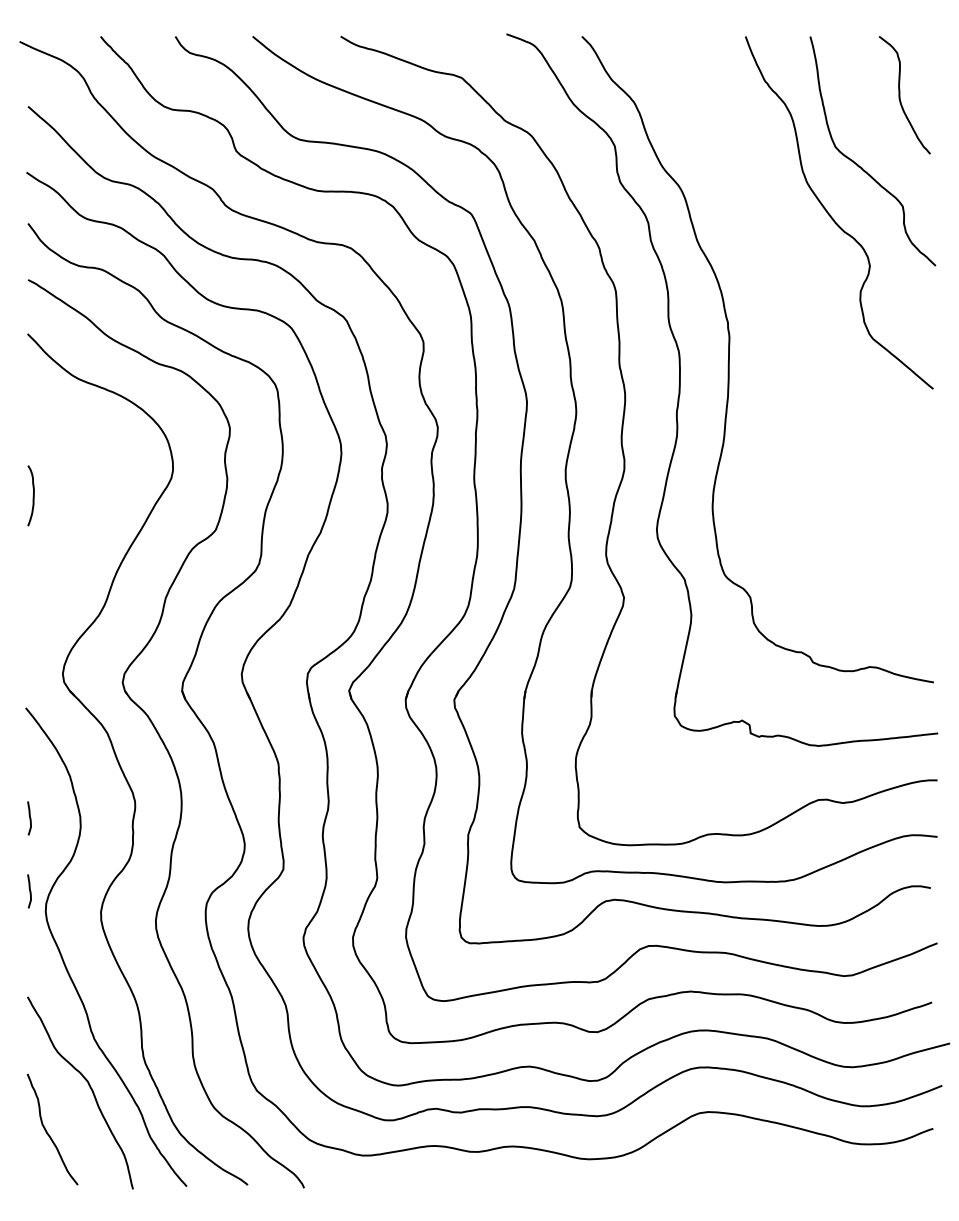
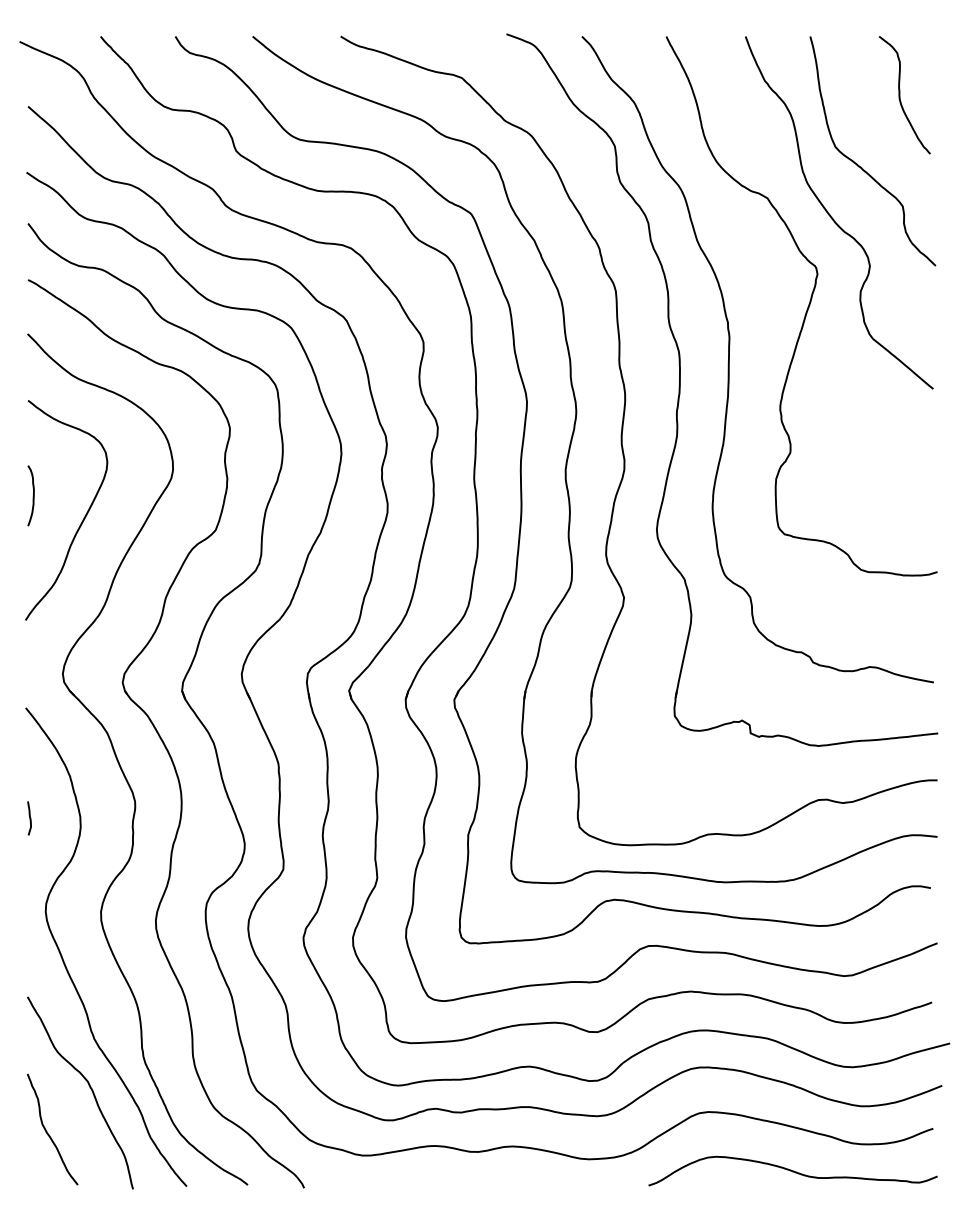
curve at (806, 309): none -> present
curve at (82, 519): none -> present
curve at (29, 891): present -> none
curve at (792, 1170): none -> present
